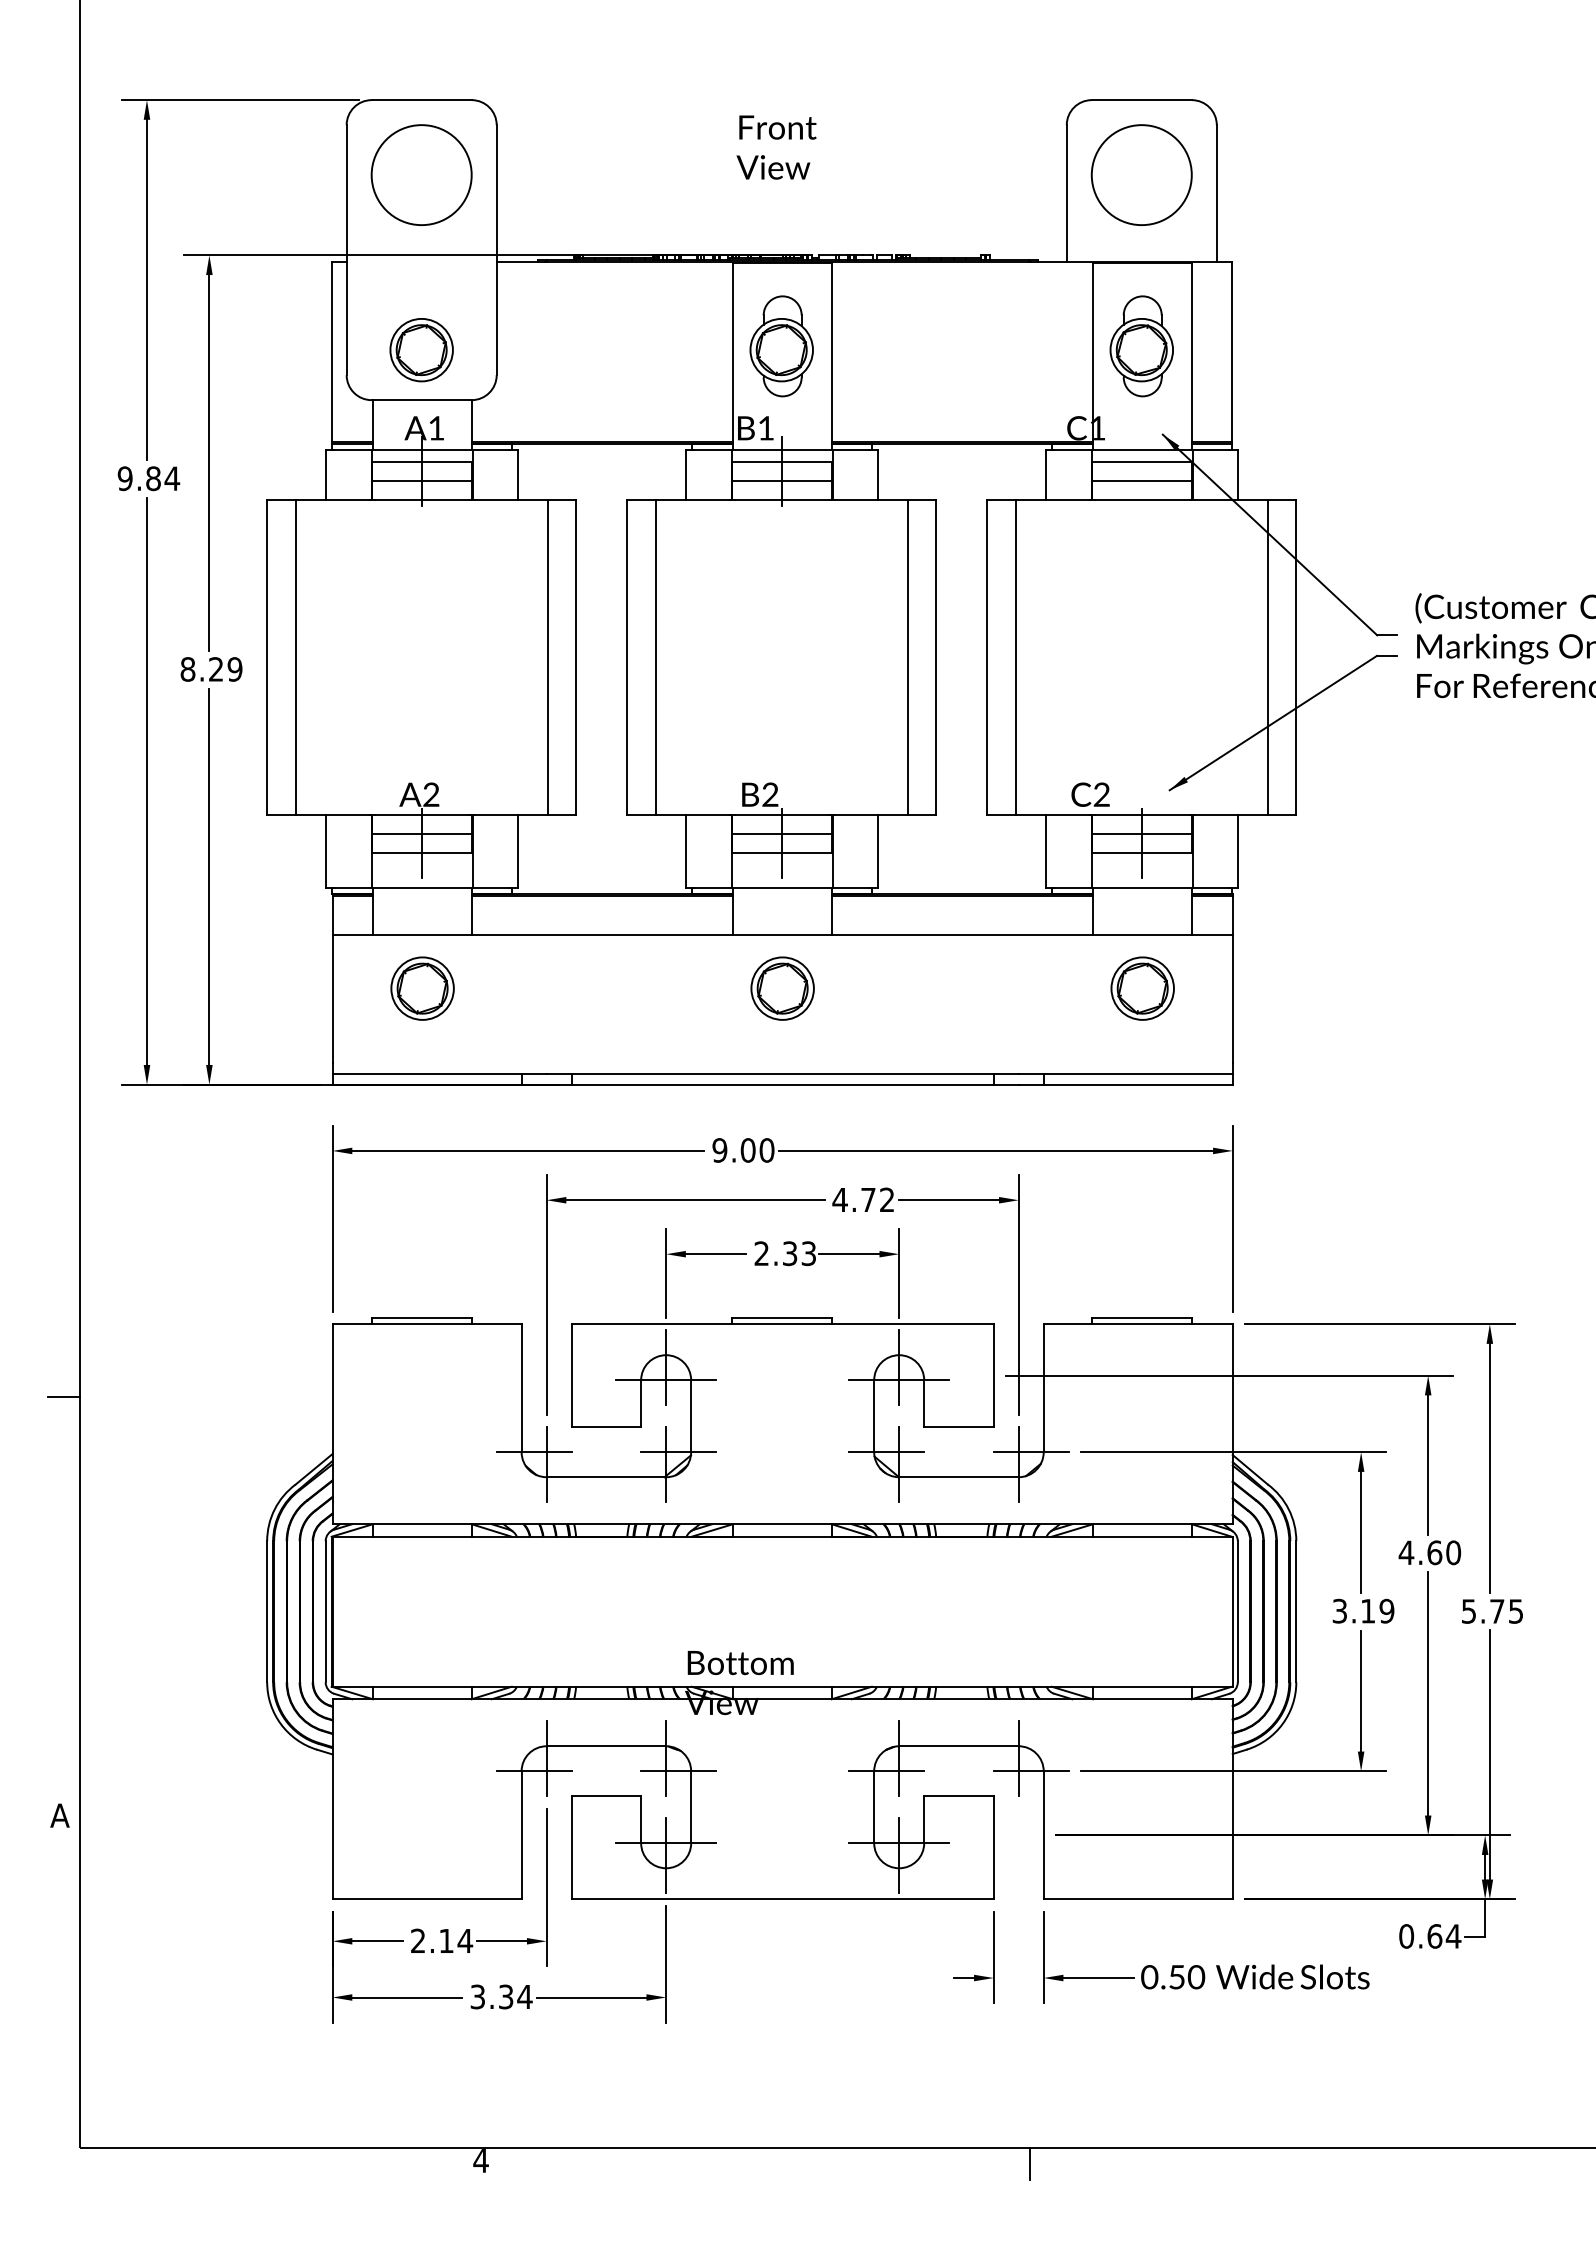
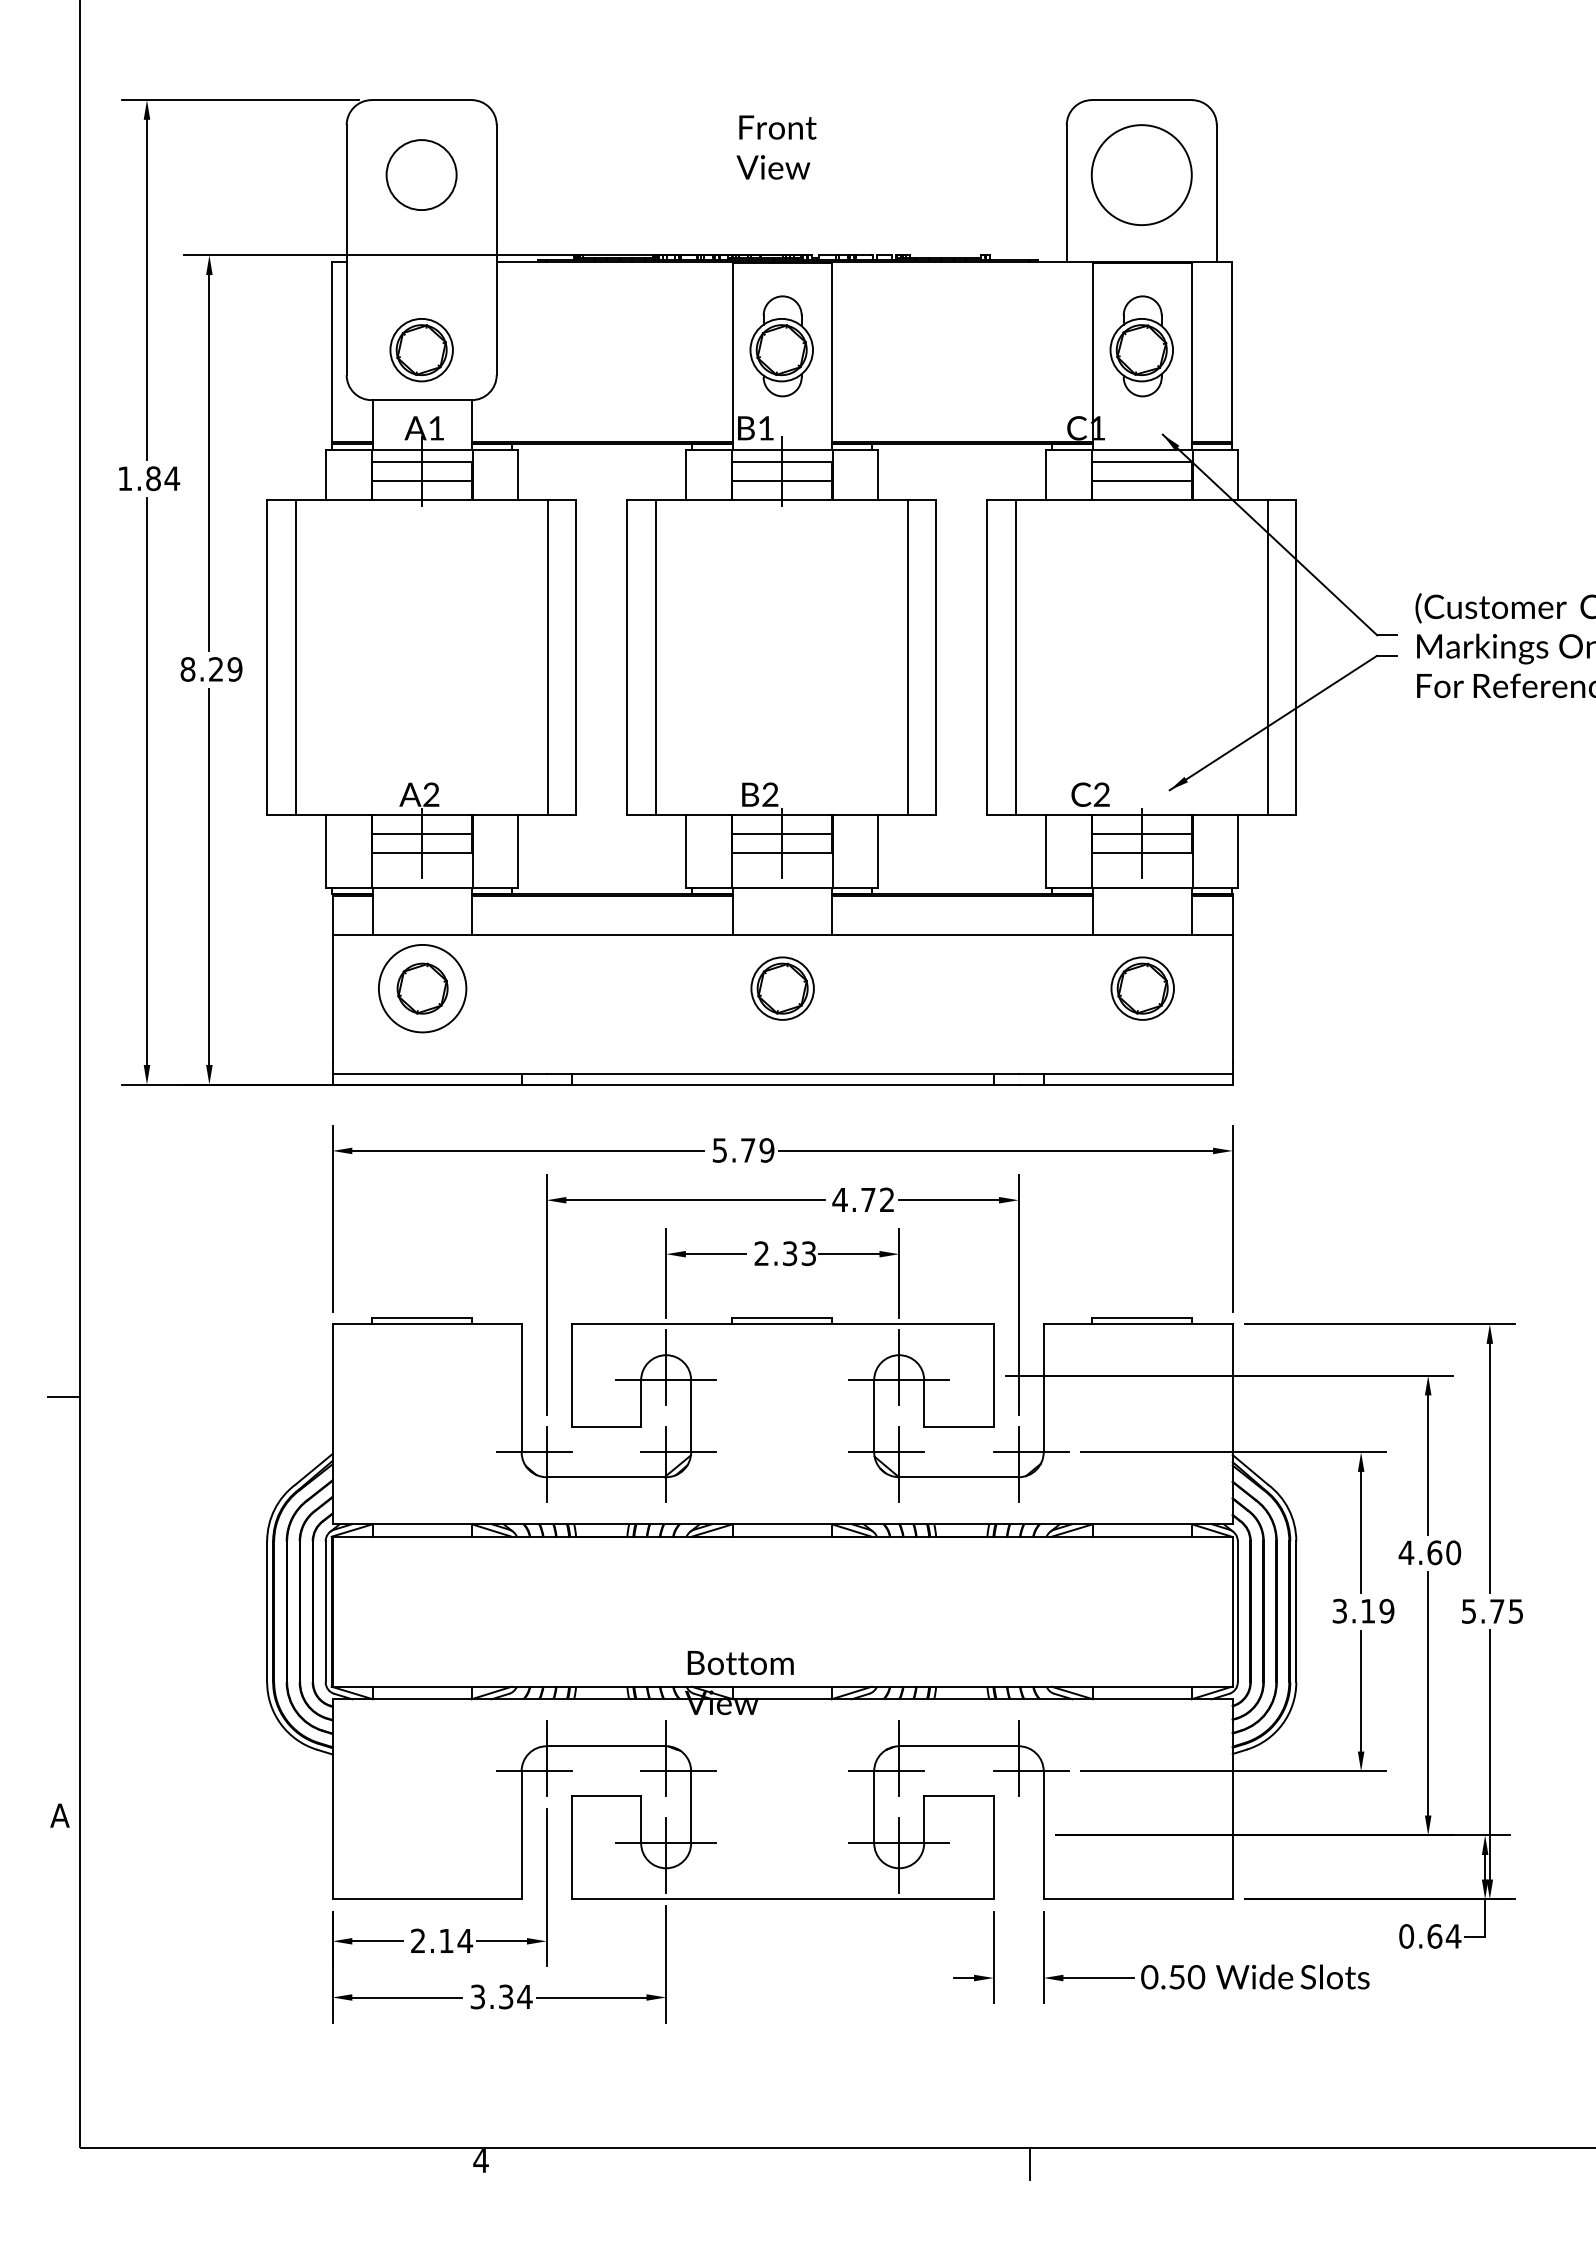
circle at (421, 174) size: 103x102 px -> 73x72 px
text at (124, 478): 9.84 -> 1.84
circle at (422, 988) diameter: 62 px -> 87 px
text at (743, 1150): 9.00 -> 5.79
